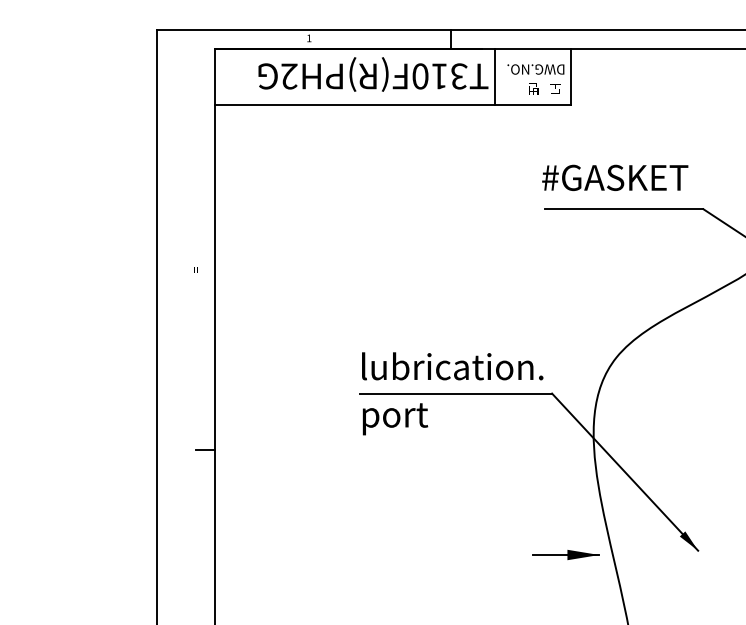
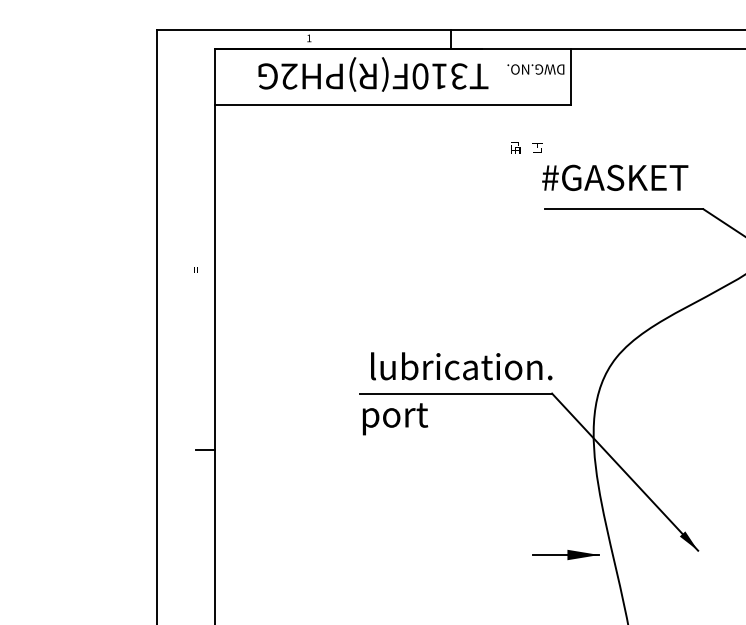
line at (494, 77): present -> none
text at (544, 88) position: (544, 88) -> (526, 147)
text at (452, 366) position: (452, 366) -> (461, 366)
